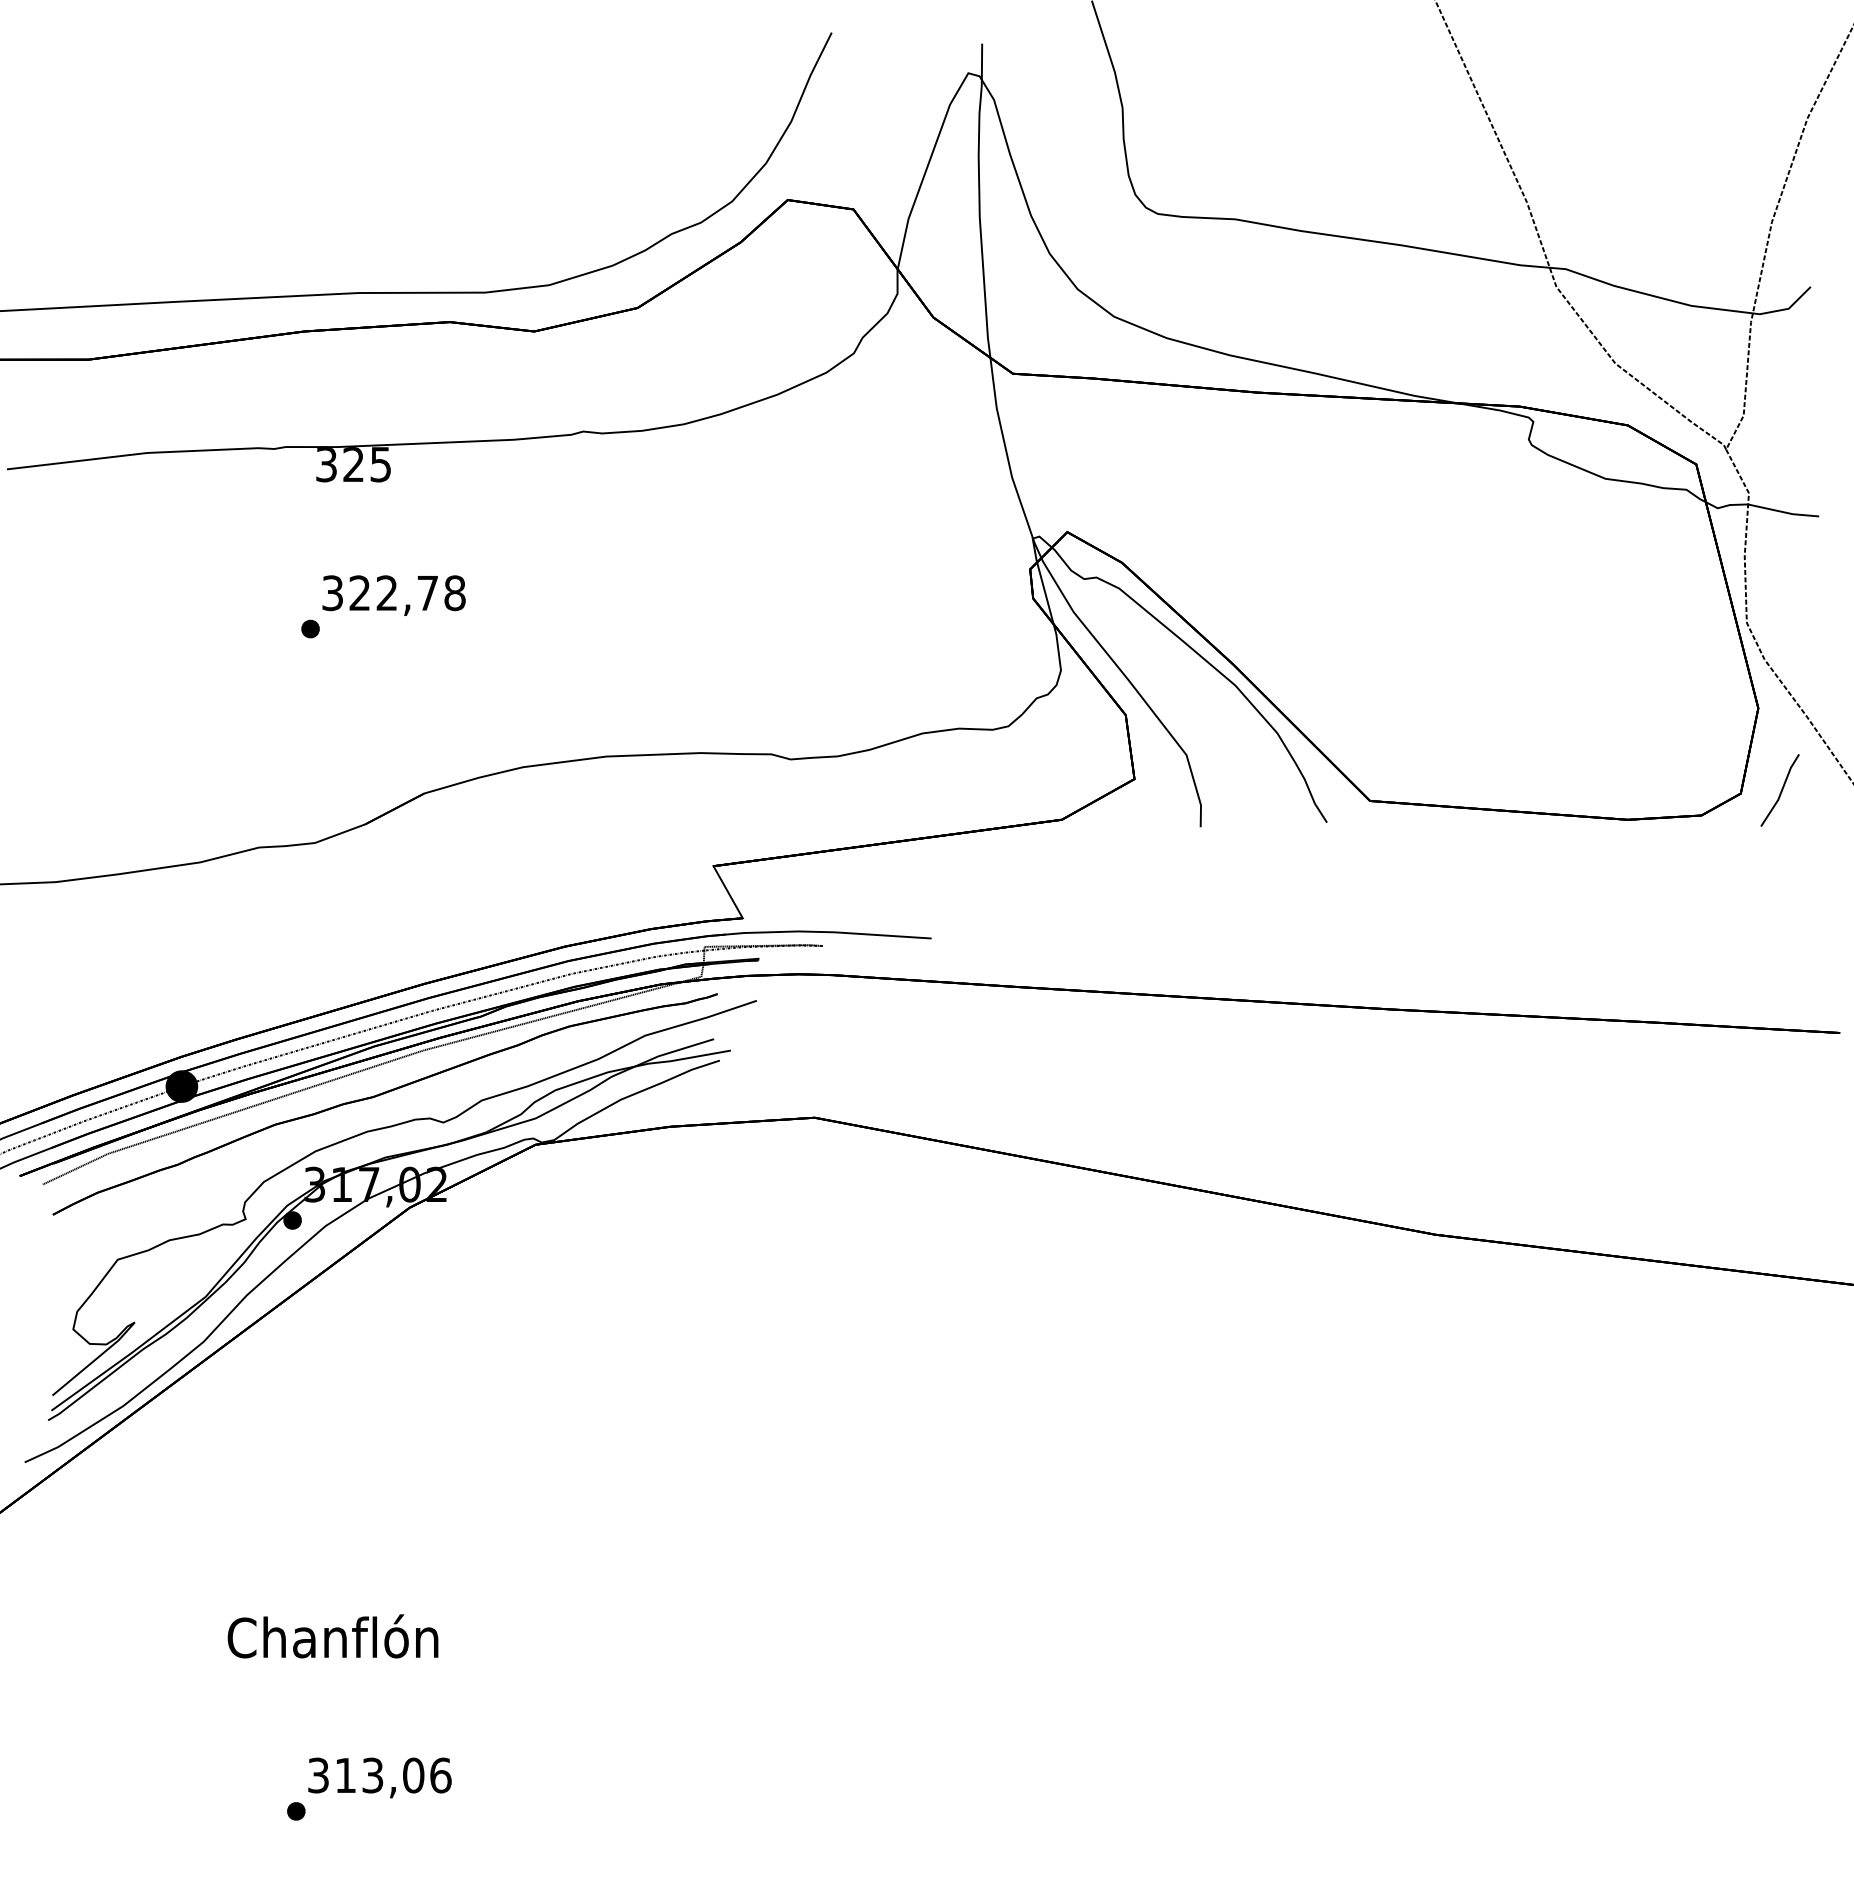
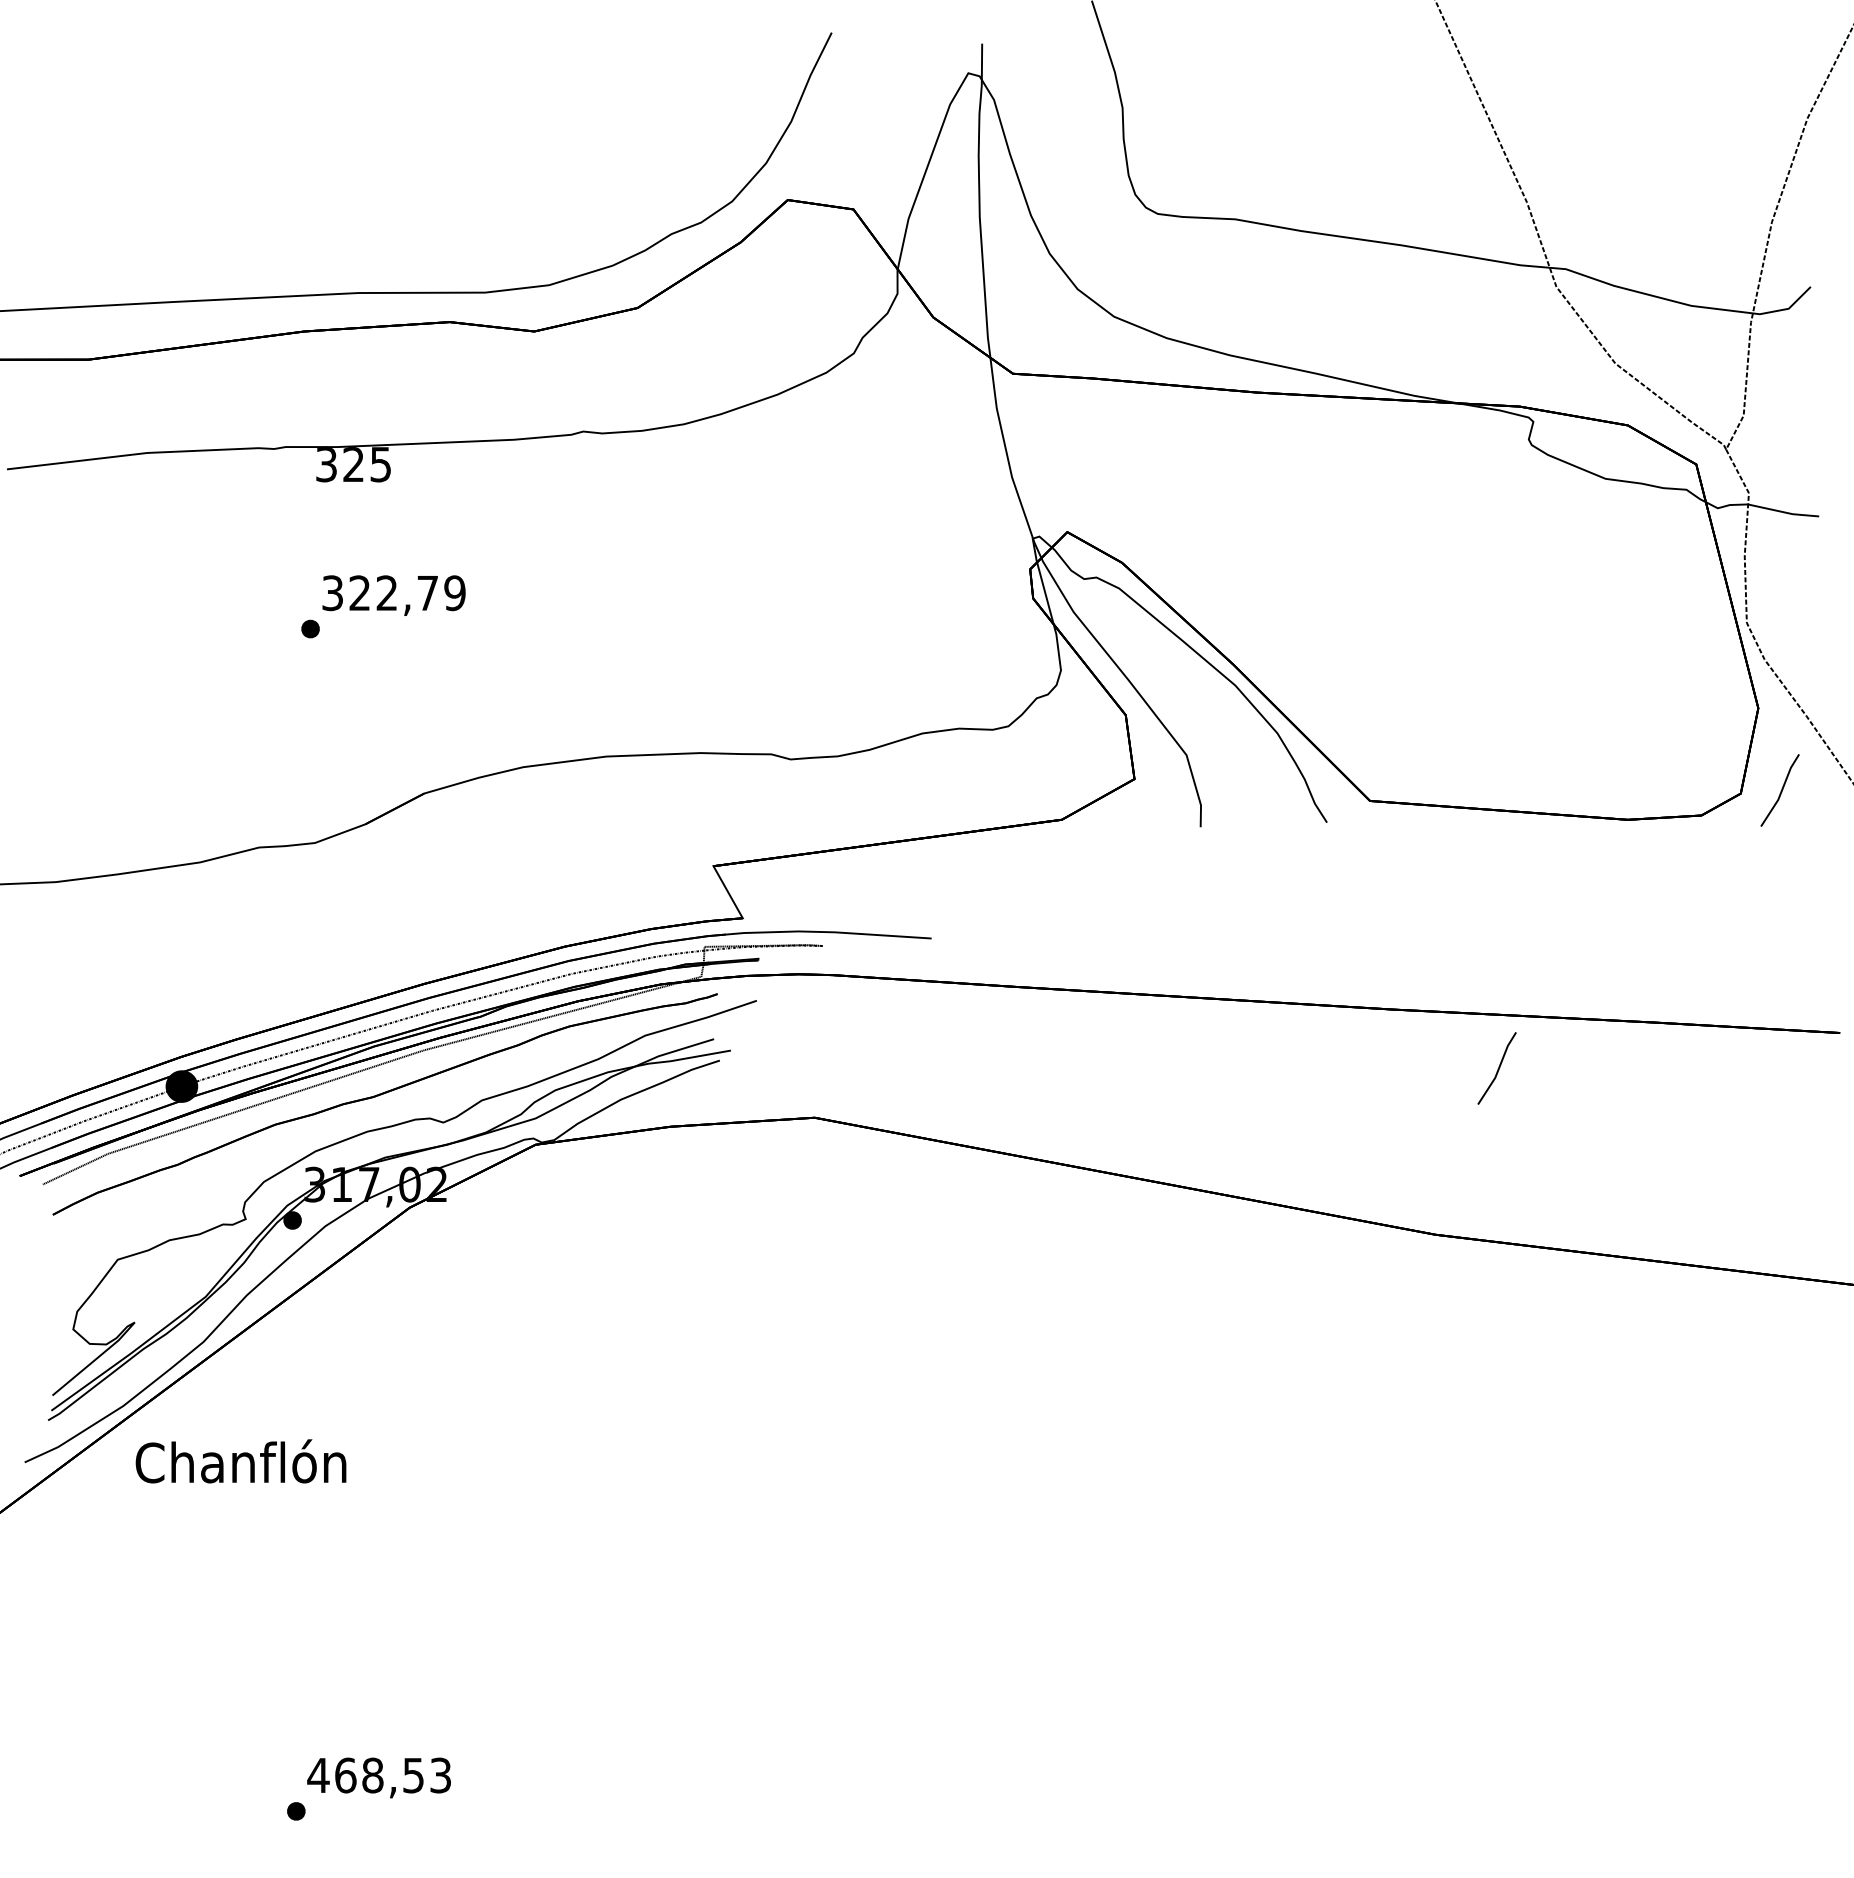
text at (454, 593): 322,78 -> 322,79
line at (1497, 1069): none -> present
text at (332, 1636) position: (332, 1636) -> (240, 1461)
text at (379, 1775): 313,06 -> 468,53
